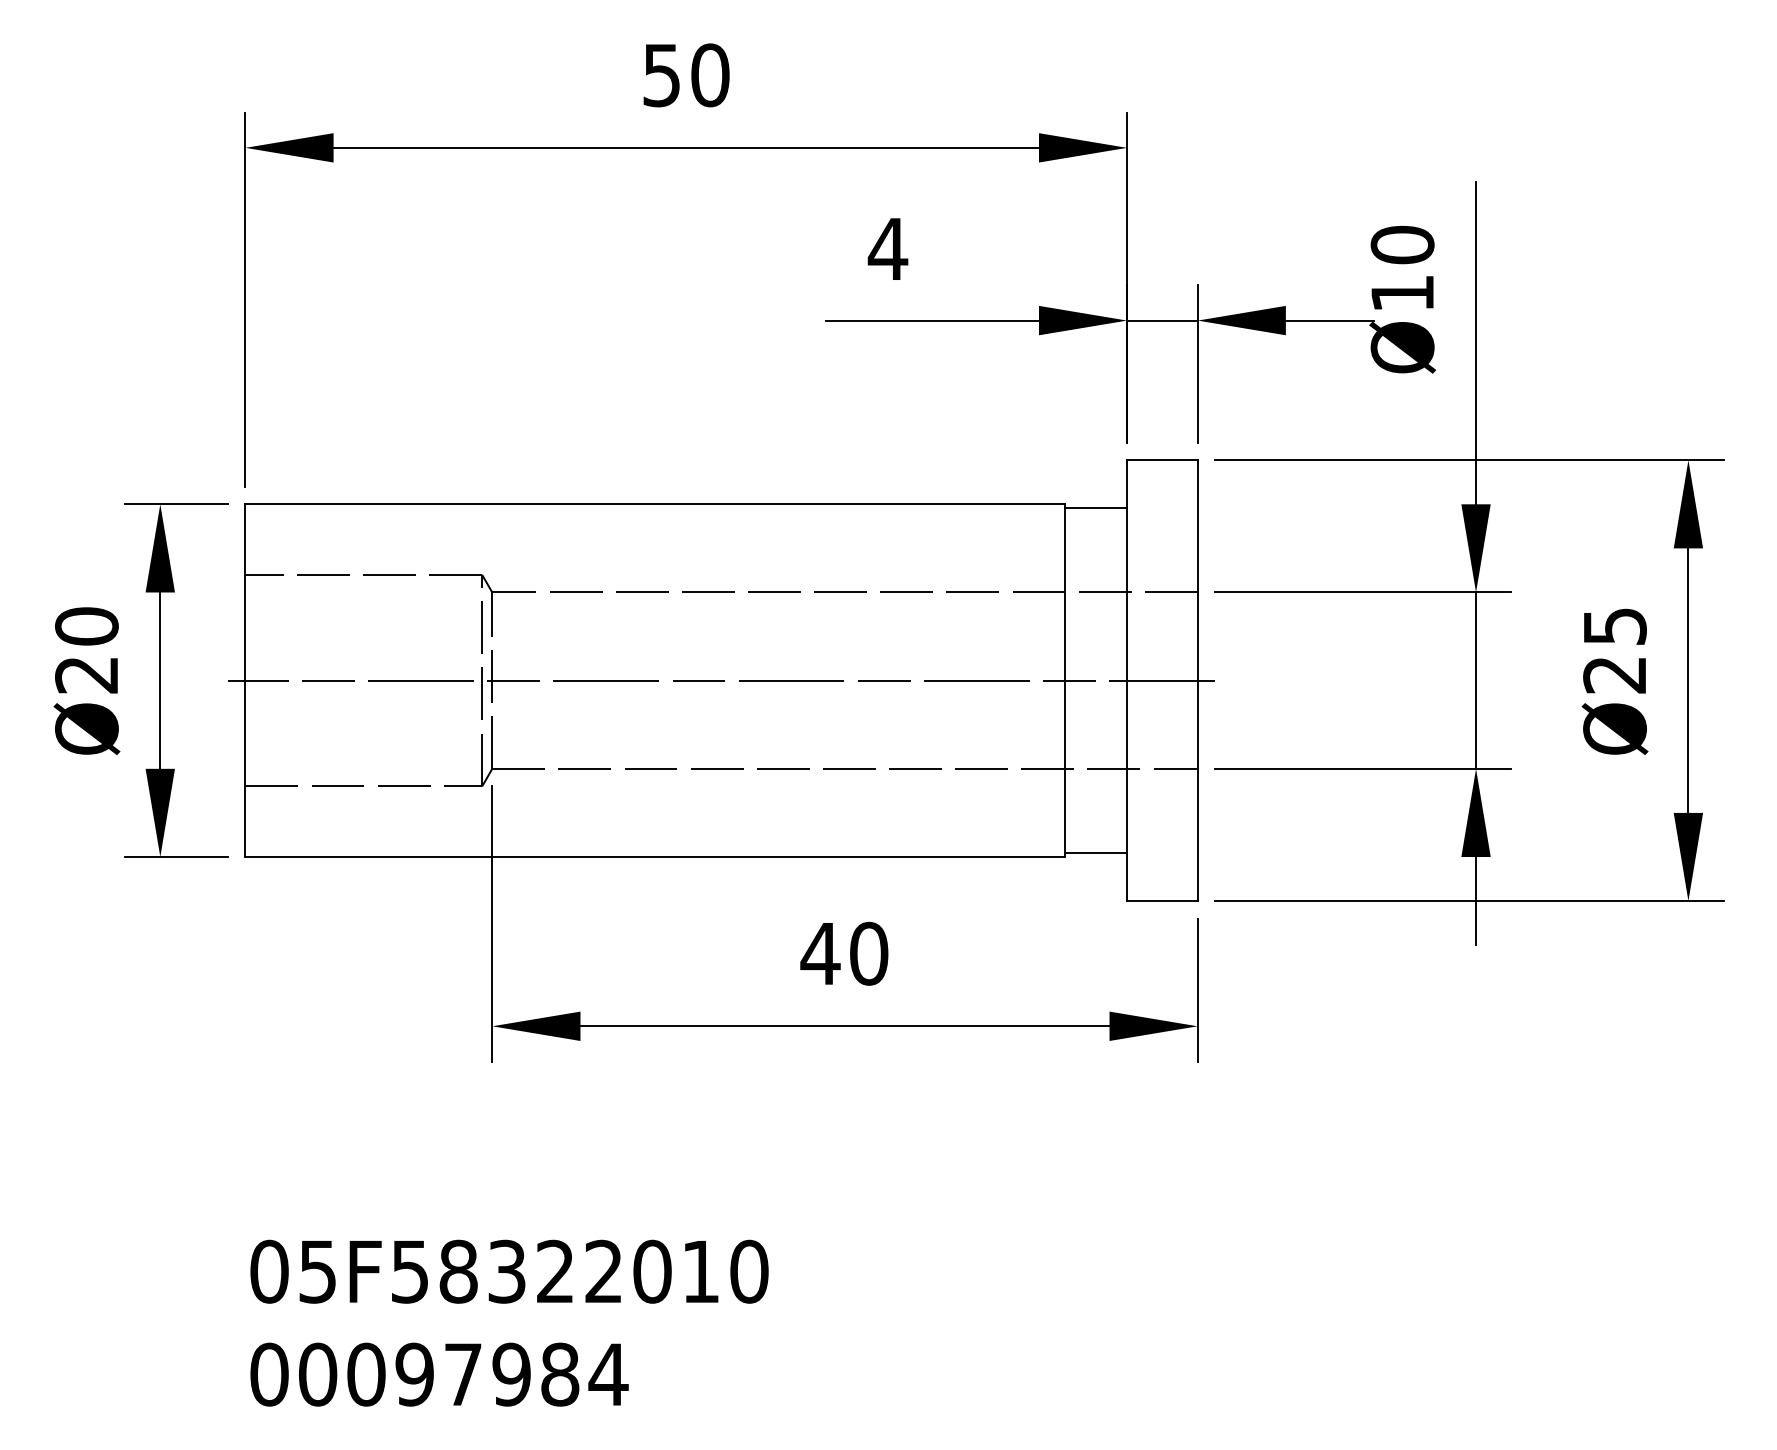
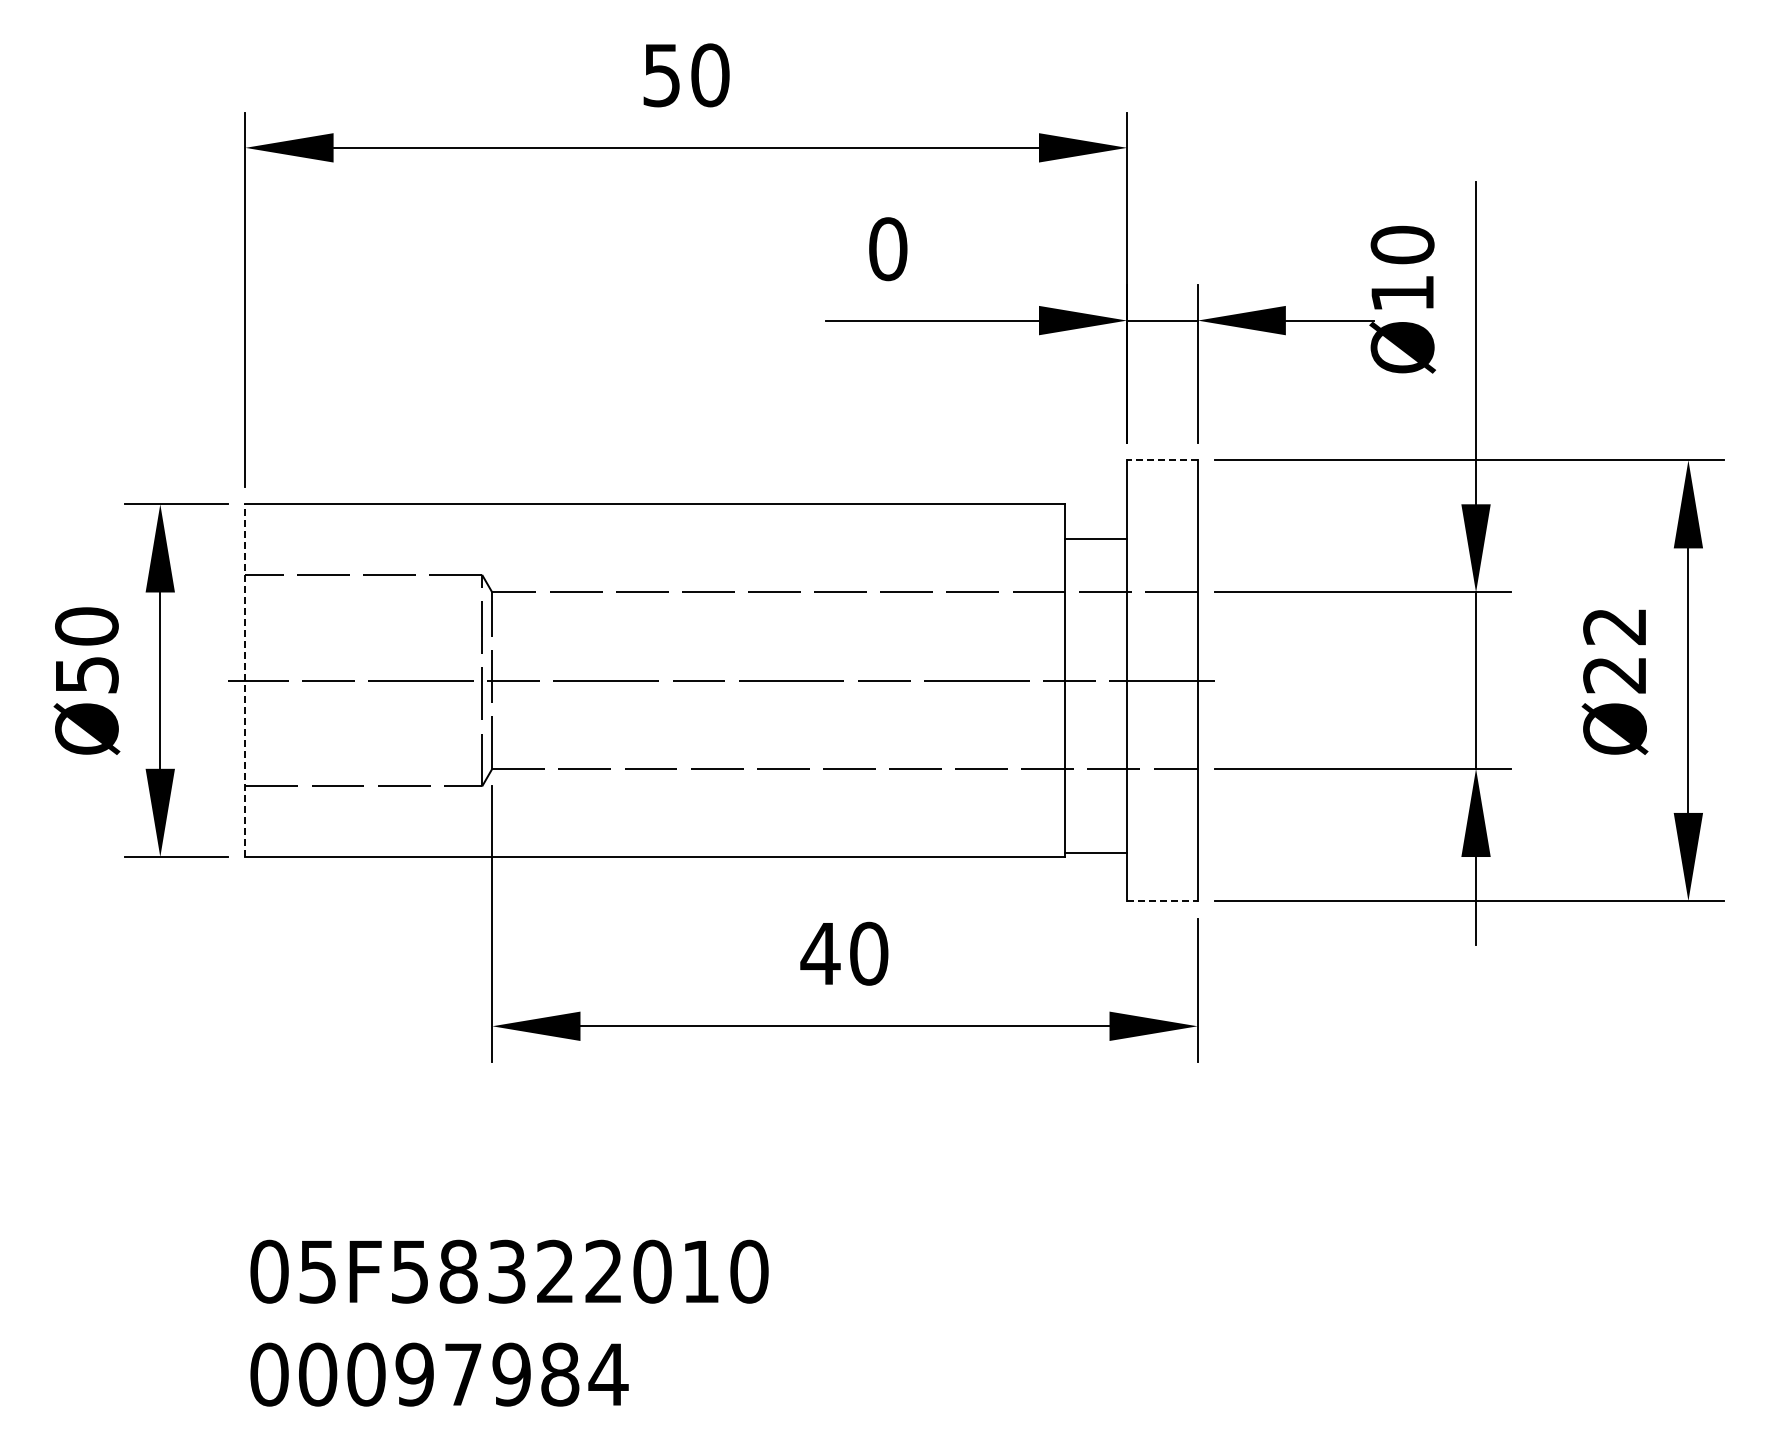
text at (887, 249): 4 -> 0
line at (1161, 460): solid -> dashed
line at (1096, 507) position: (1096, 507) -> (1096, 538)
text at (1614, 626): Ø25 -> Ø22
text at (86, 675): Ø20 -> Ø50
line at (245, 680): solid -> dashed
line at (1162, 901): solid -> dashed
